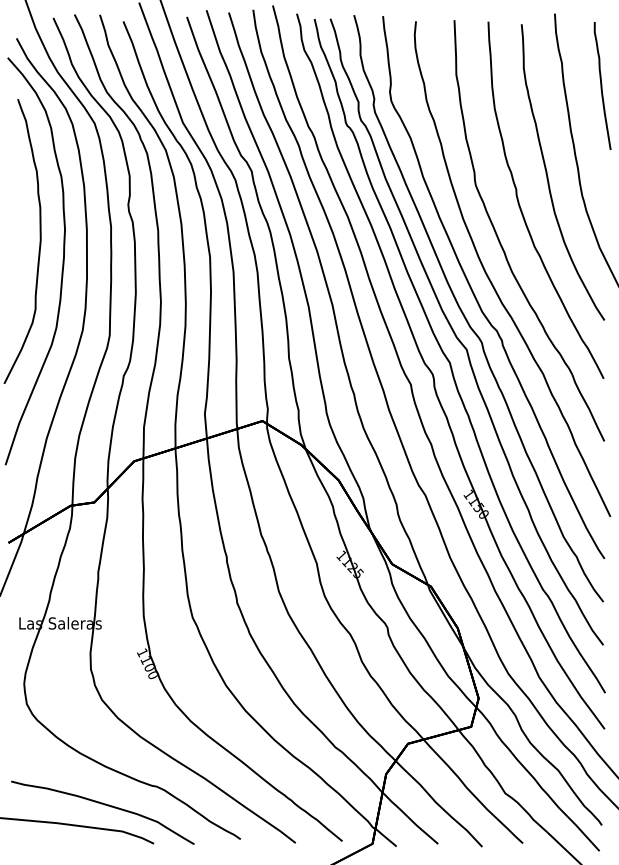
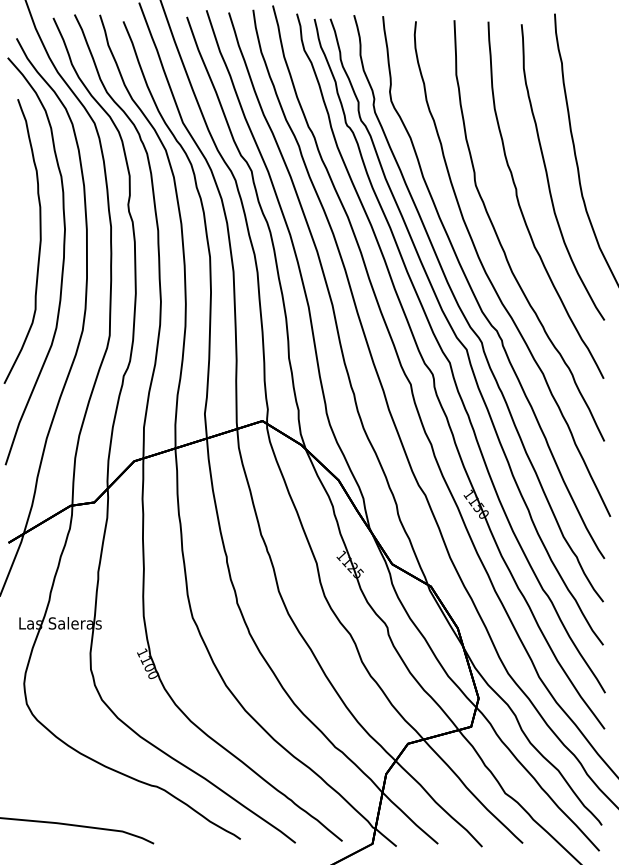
curve at (602, 86): present -> none
curve at (104, 805): present -> none
